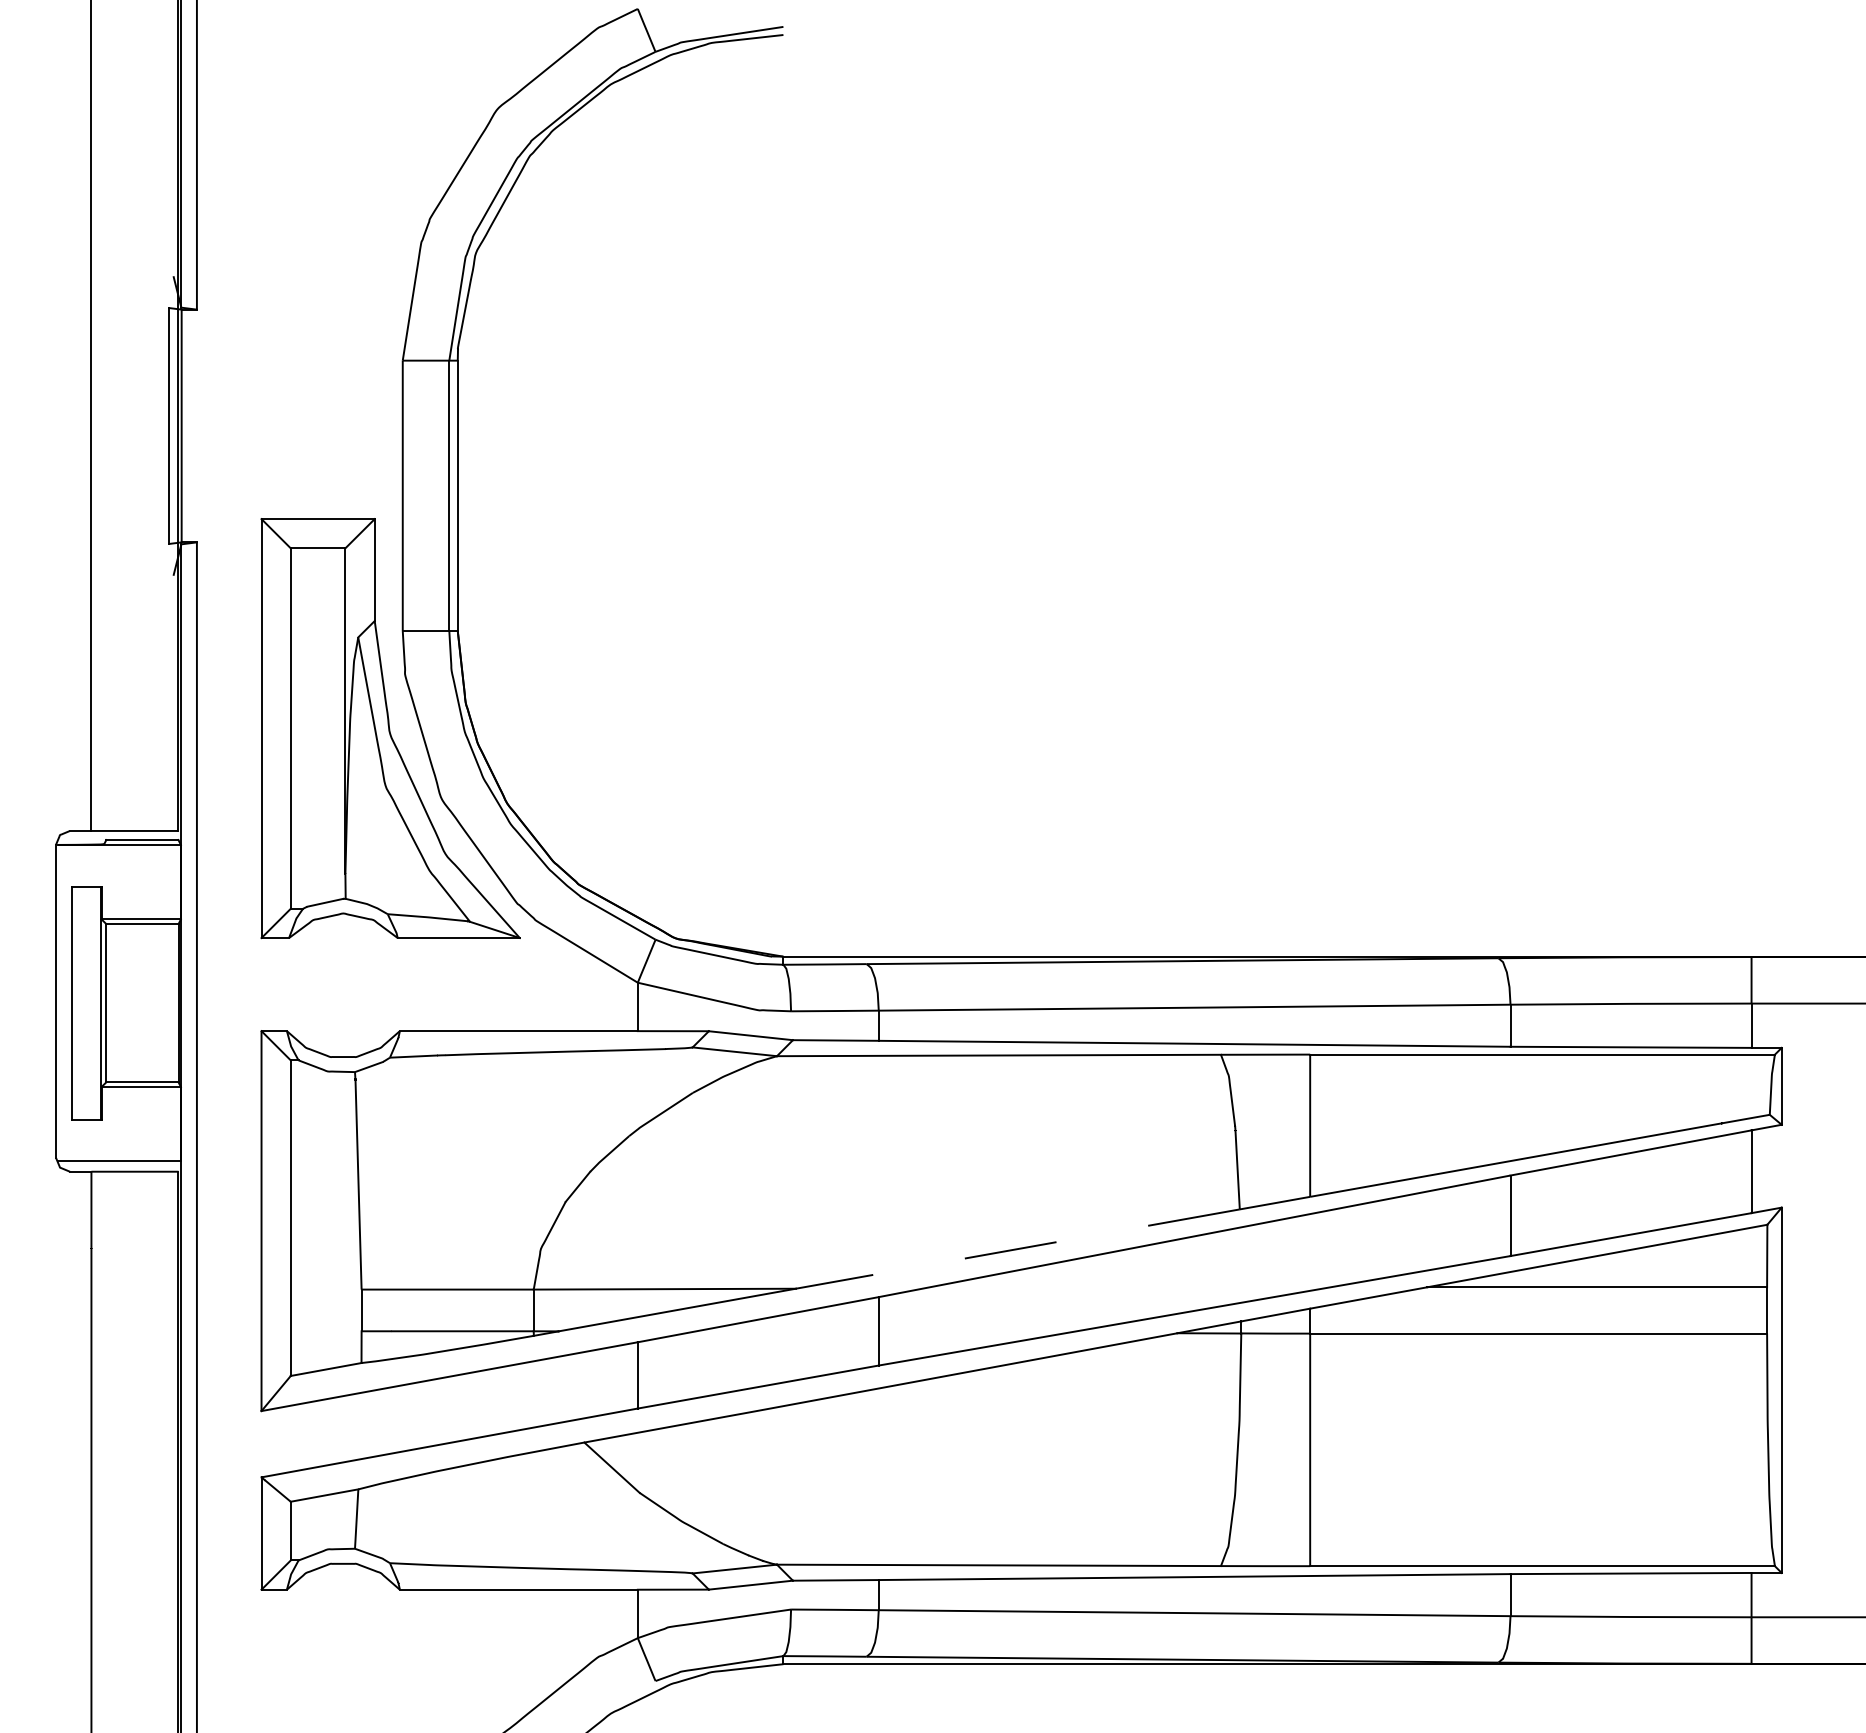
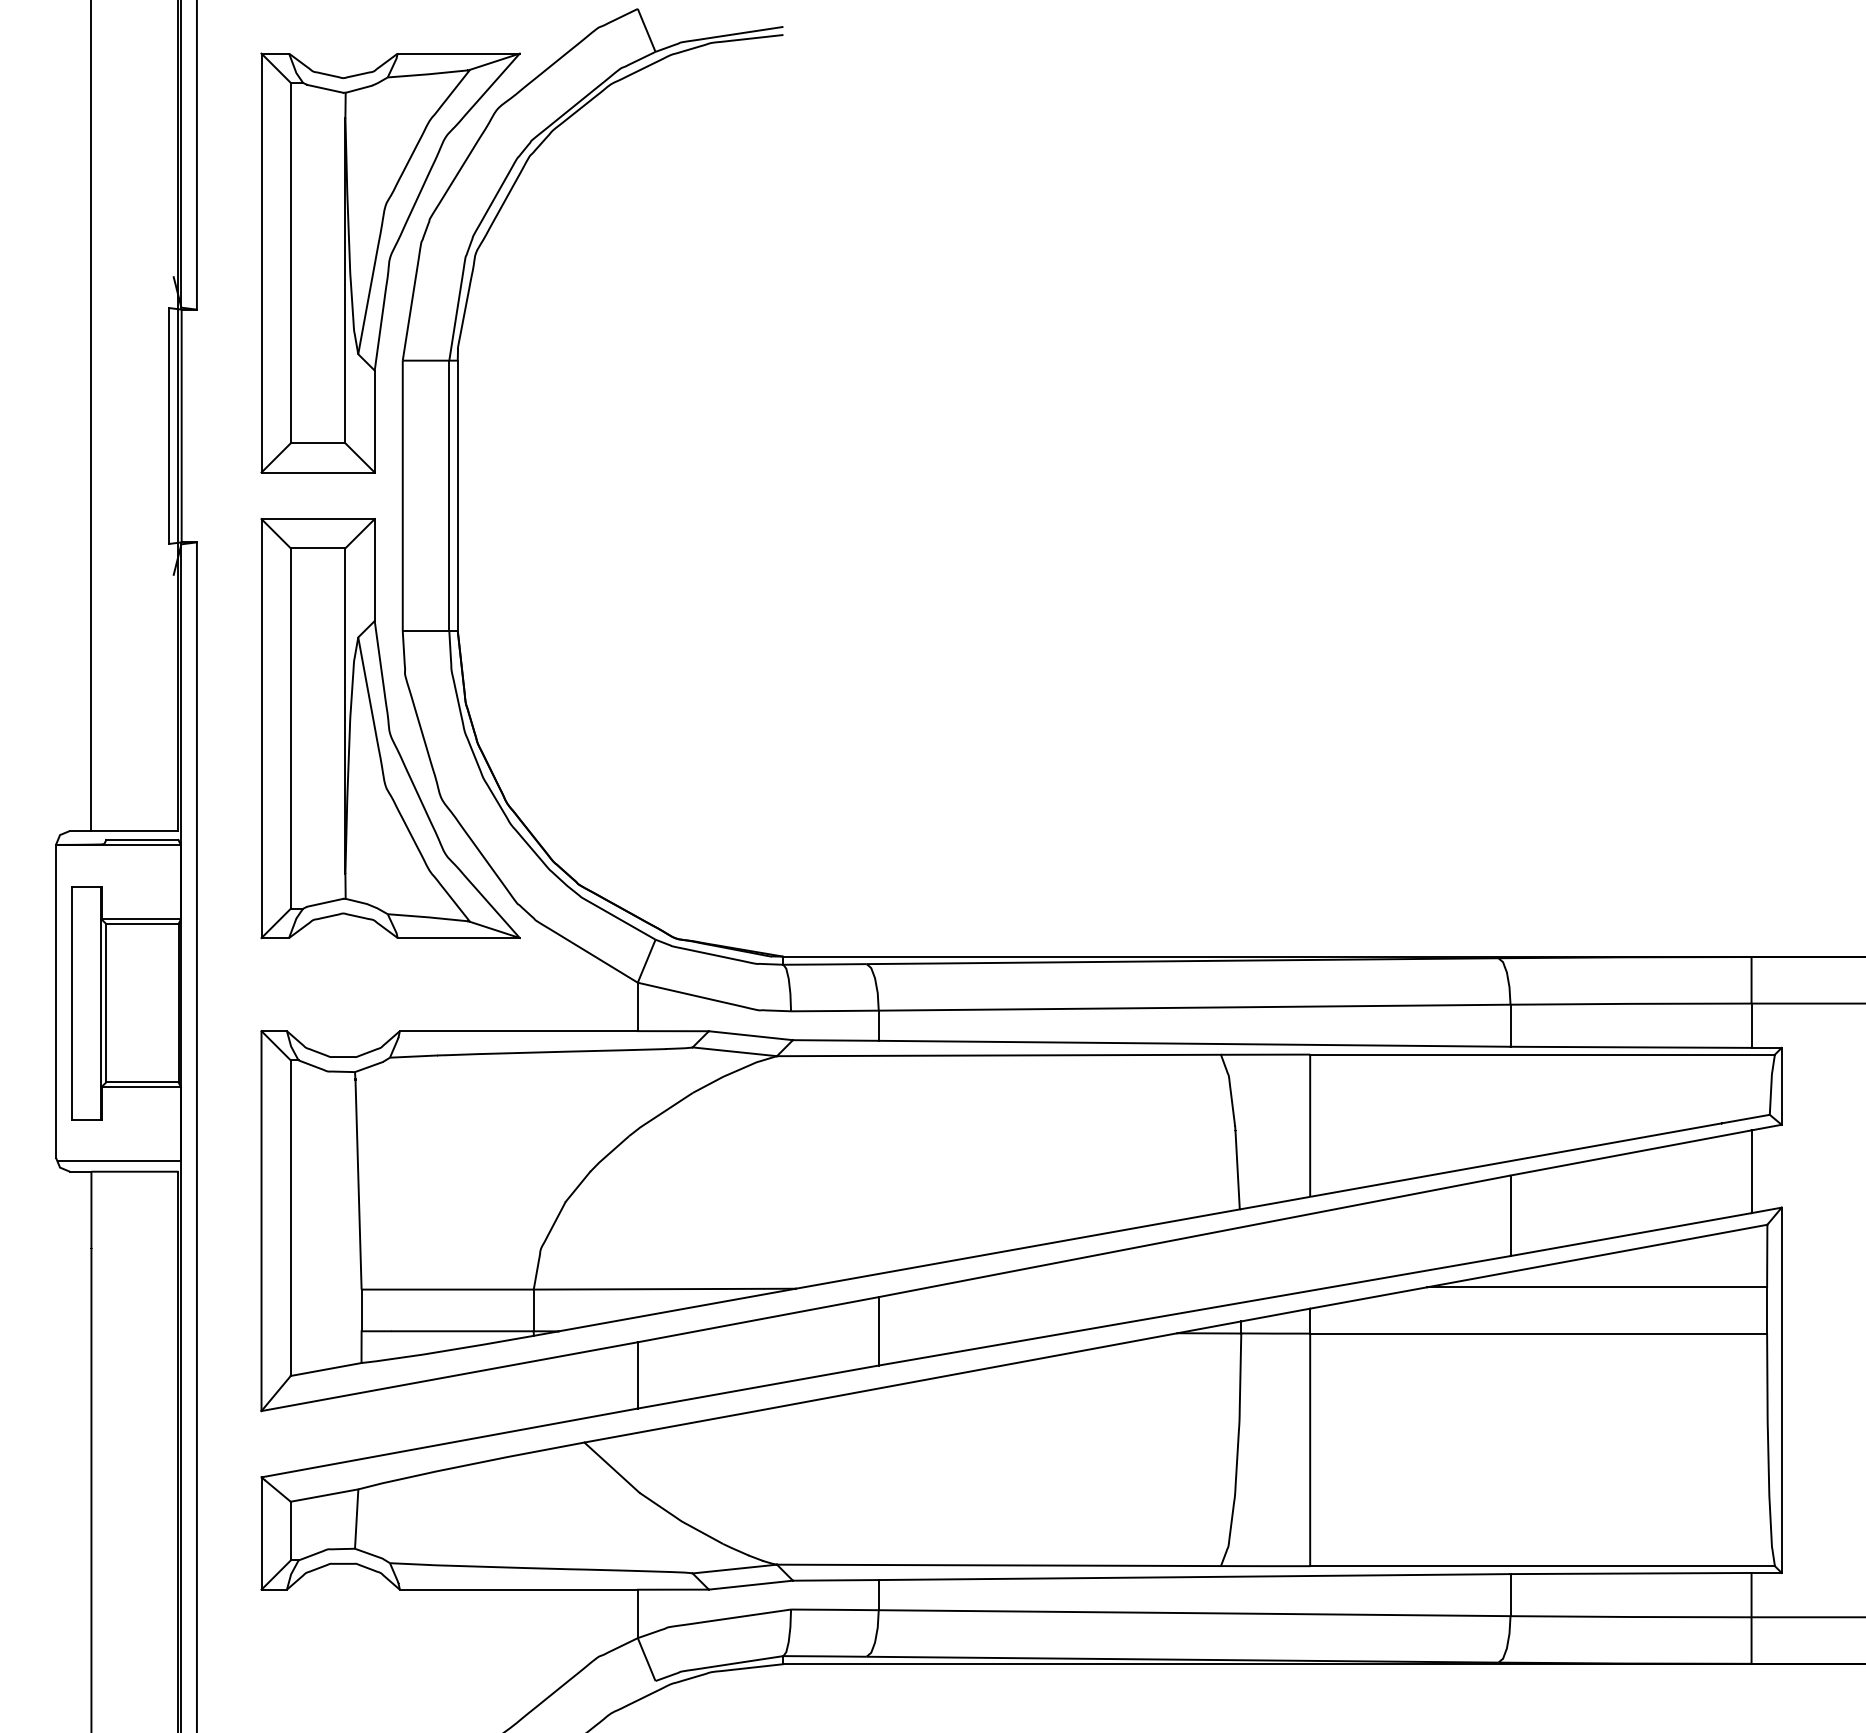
part at (390, 262): none -> present
line at (1017, 1249): dashed -> solid
